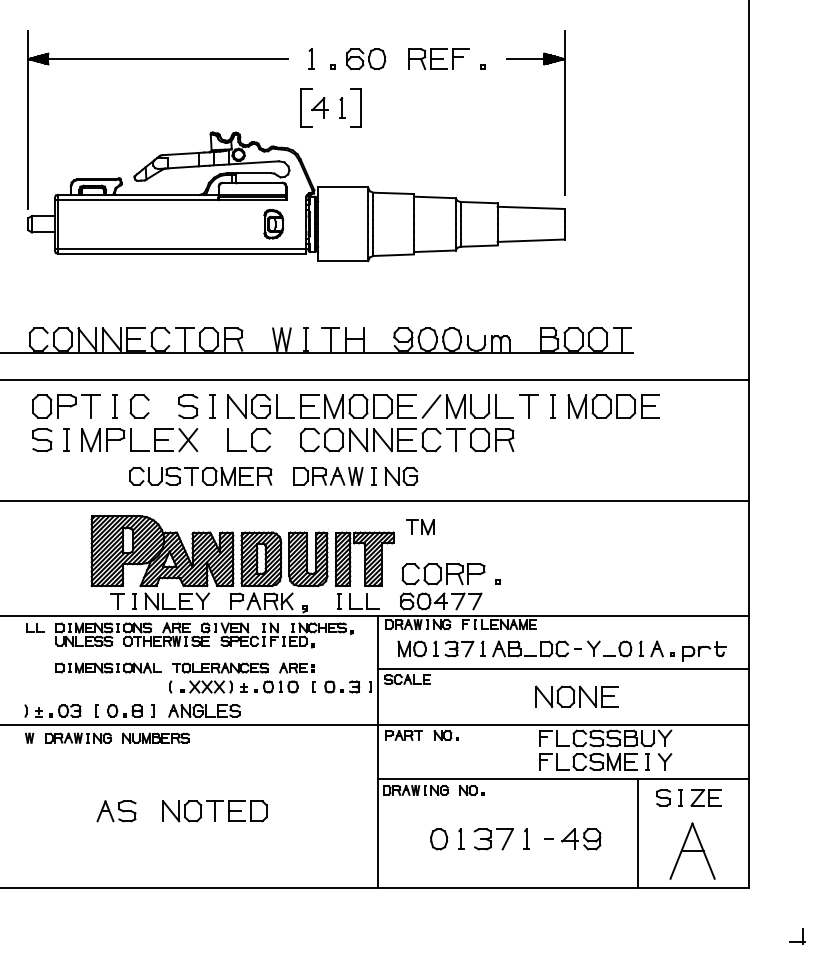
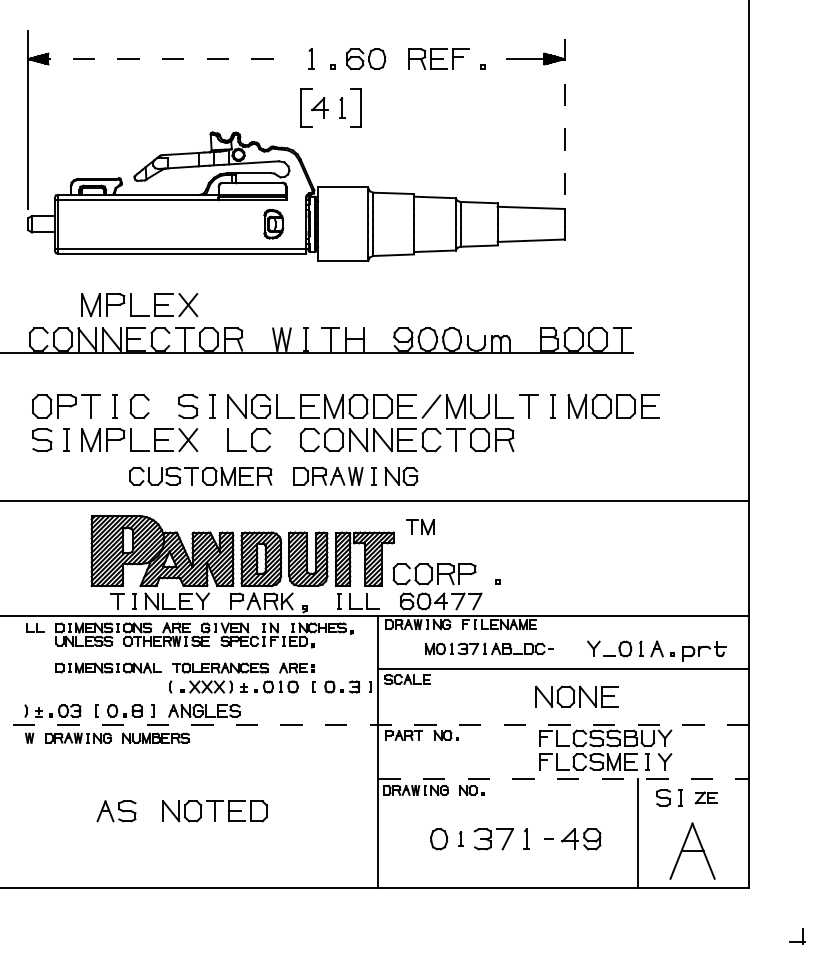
line at (157, 59): solid -> dashed
line at (564, 113): solid -> dashed
part at (131, 305): none -> present
line at (375, 380): present -> none
part at (443, 574) position: (443, 574) -> (434, 574)
part at (489, 648) size: 185x18 px -> 130x14 px
line at (374, 725): solid -> dashed
line at (564, 779): solid -> dashed
part at (705, 797) size: 32x18 px -> 24x14 px
part at (461, 838) size: 7x22 px -> 6x16 px
